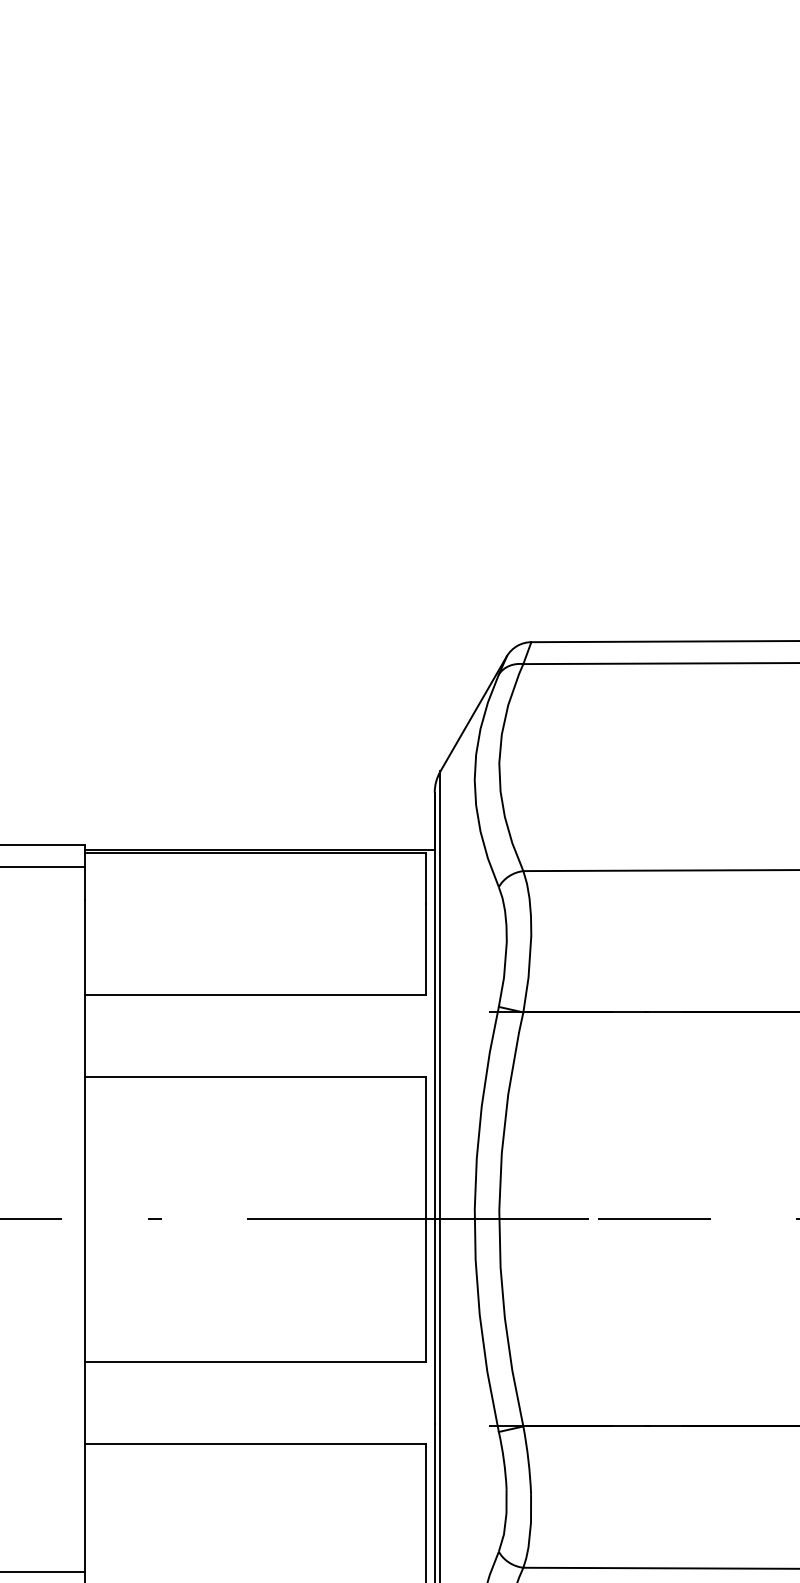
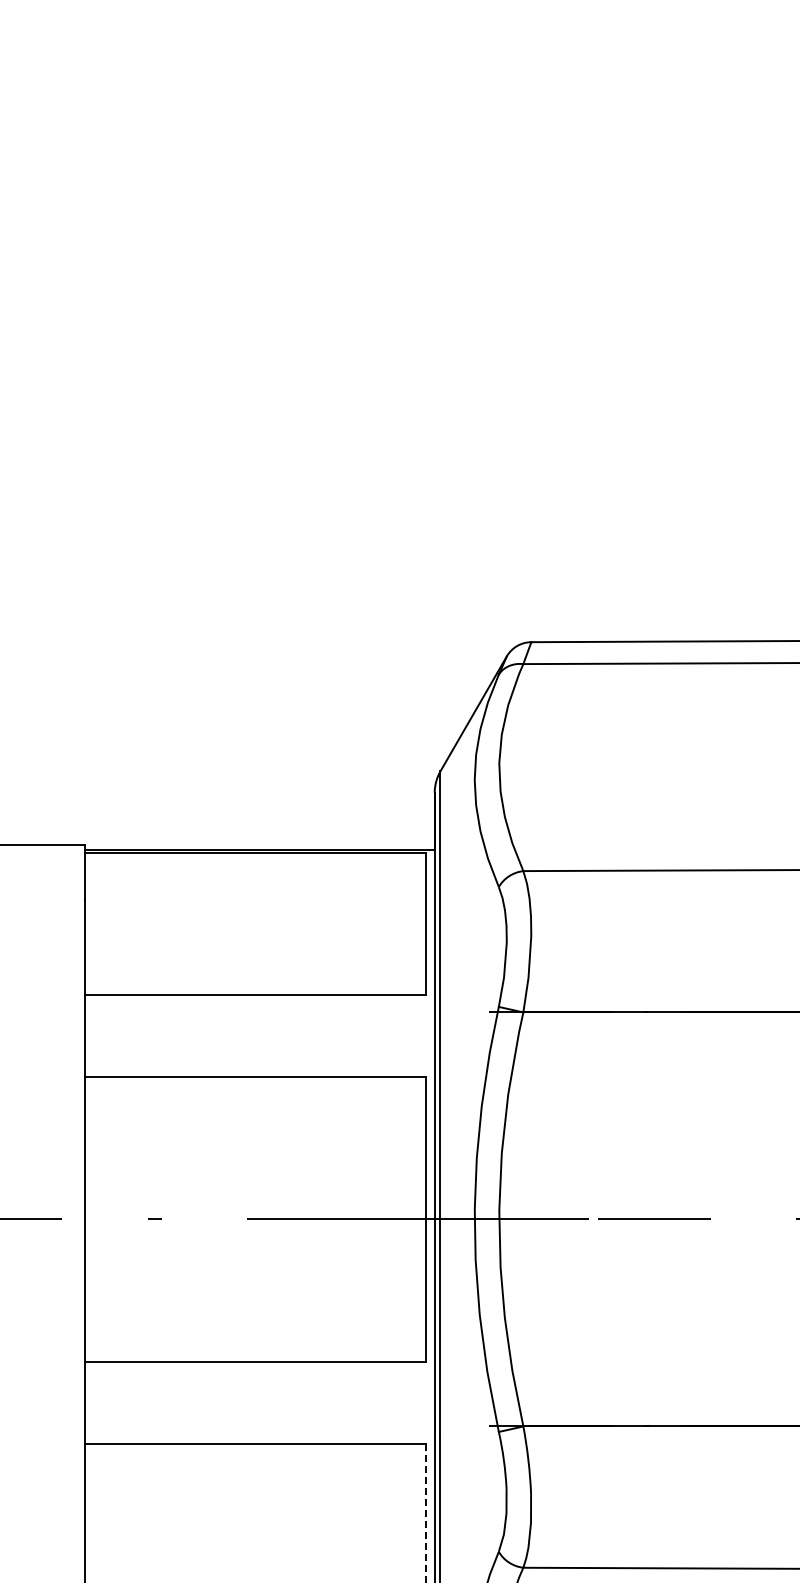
line at (43, 866): present -> none
line at (426, 1513): solid -> dashed
line at (43, 1572): present -> none
